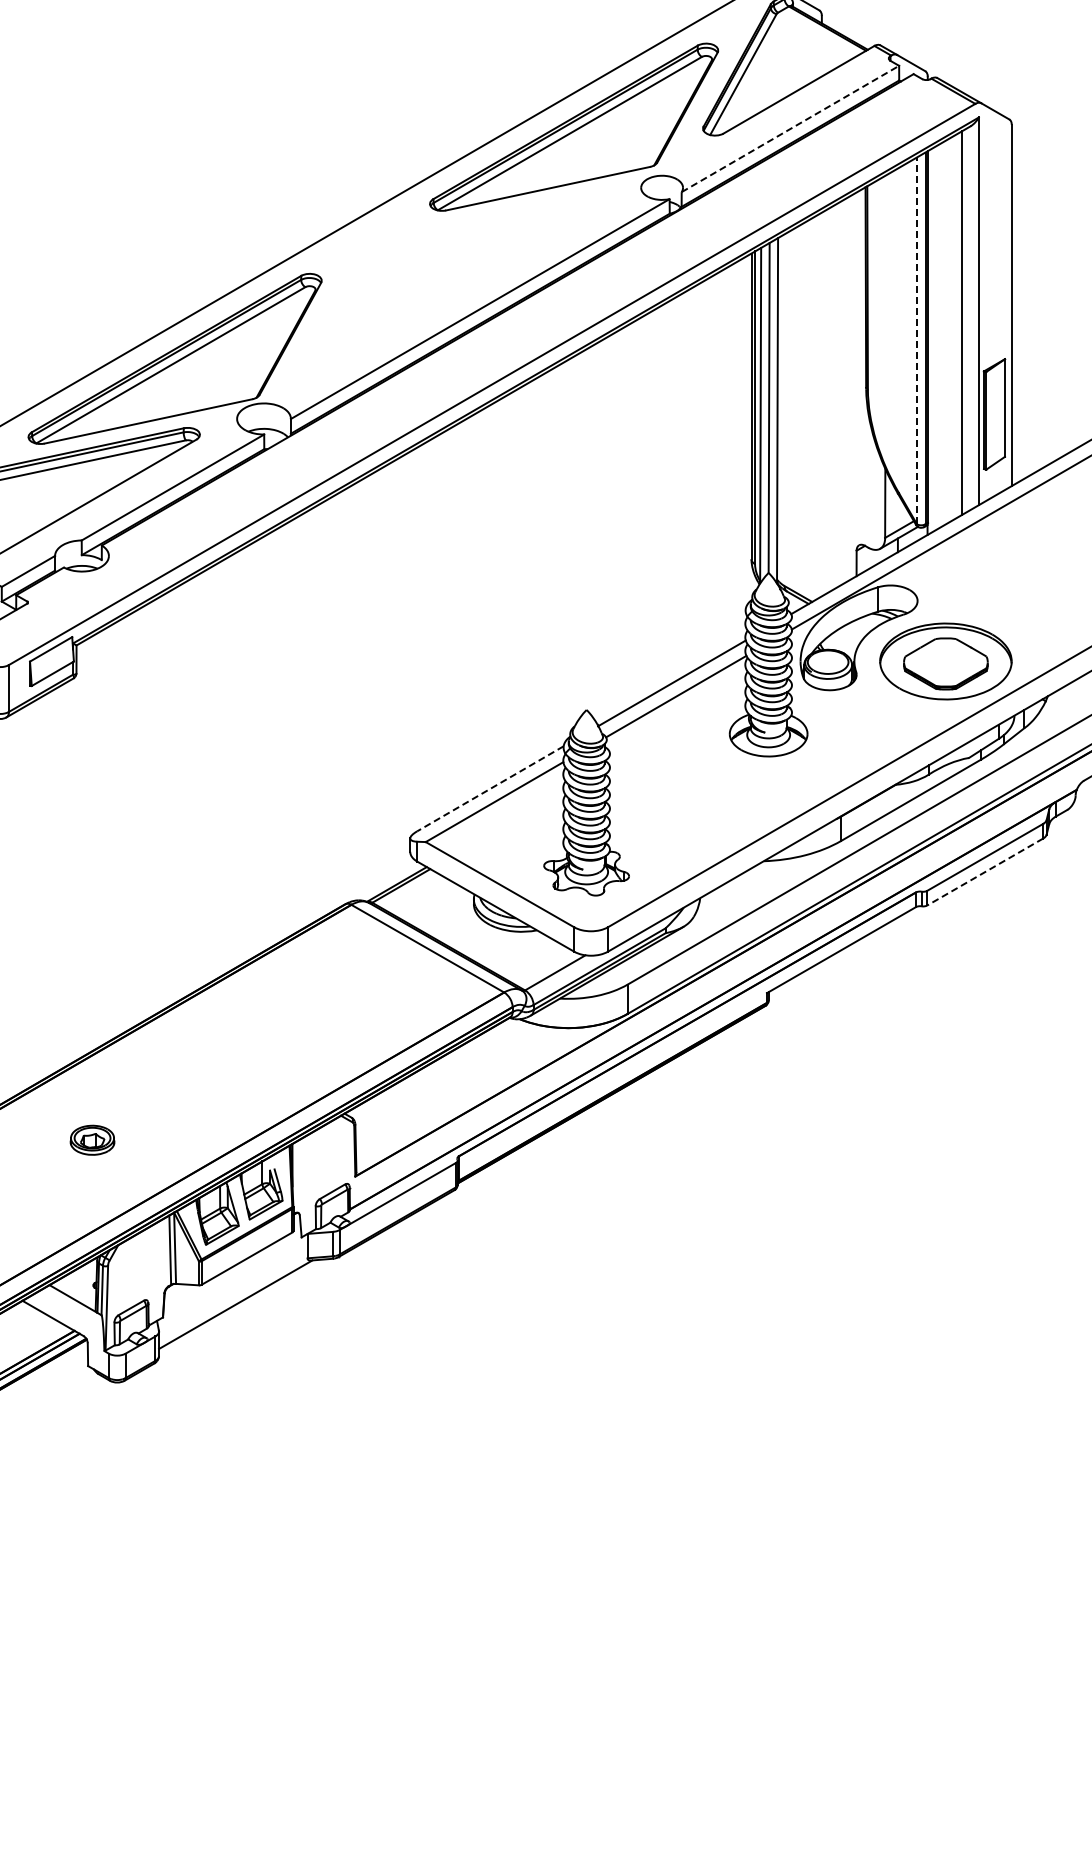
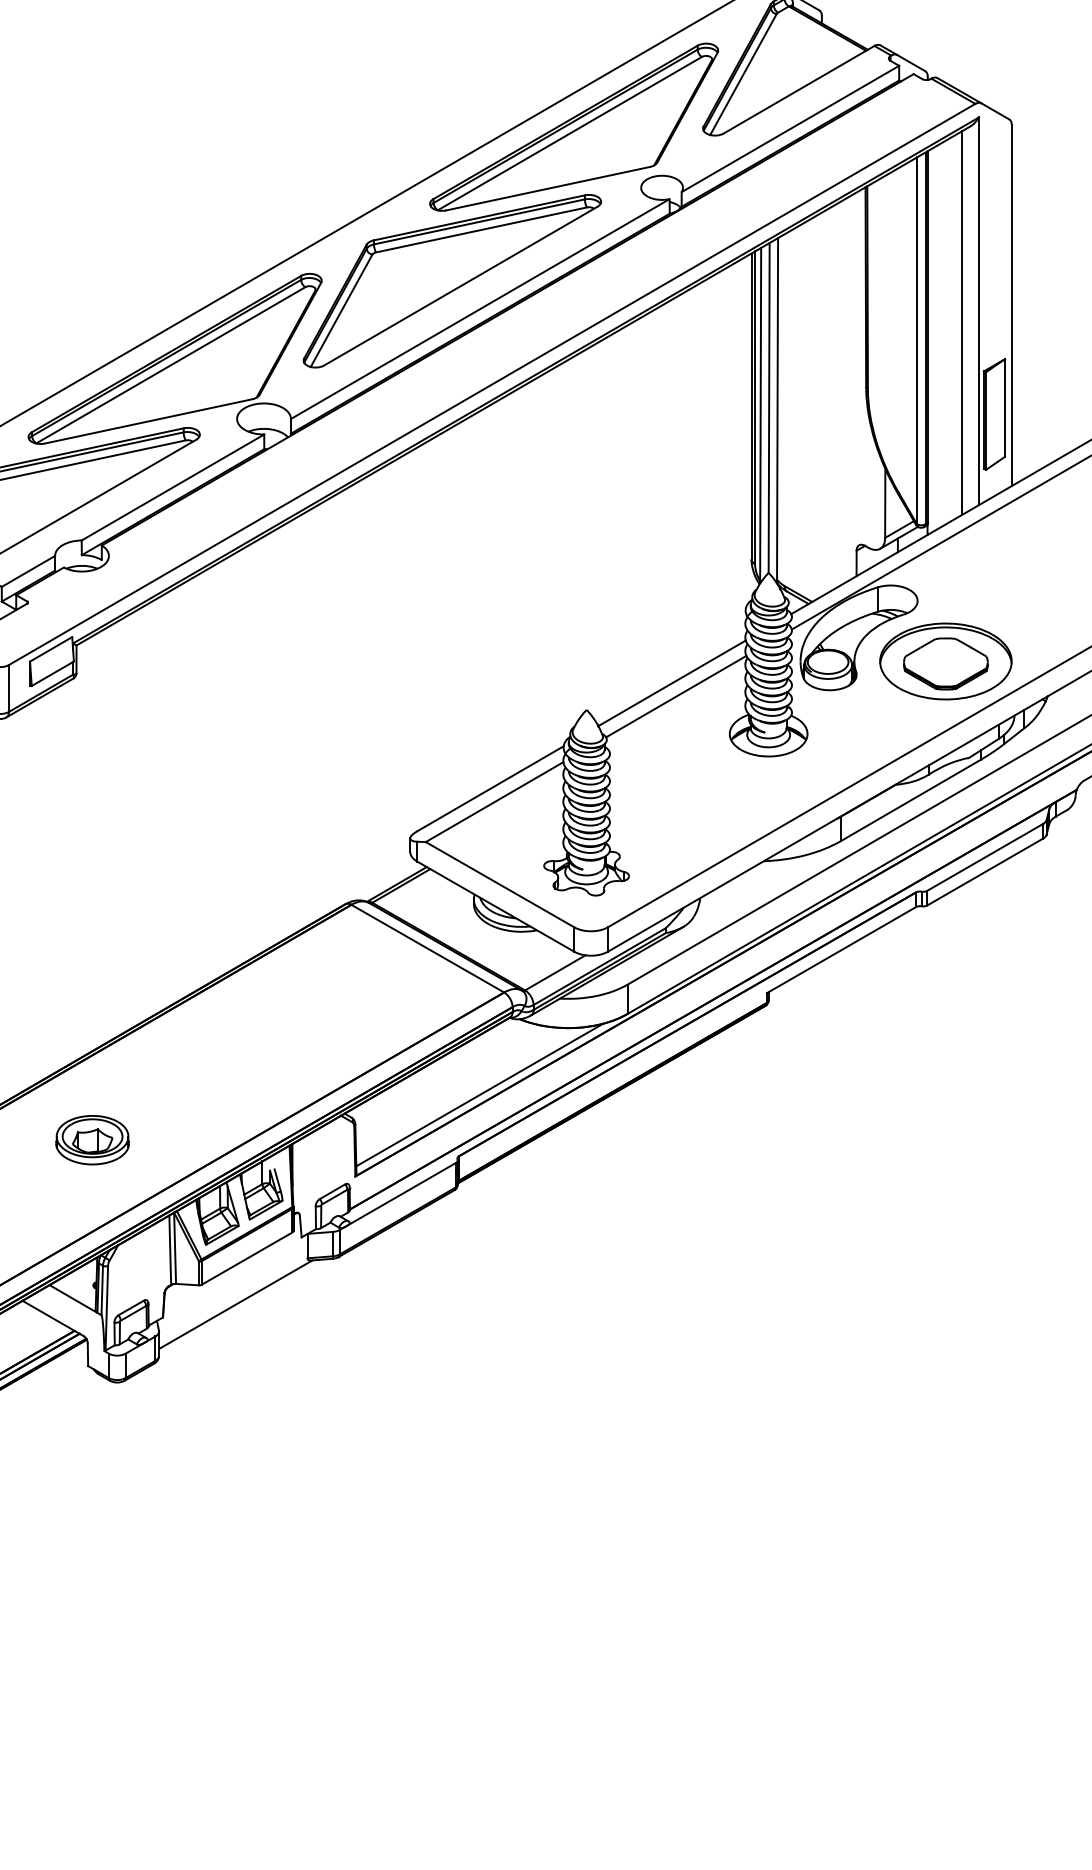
line at (790, 128): dashed -> solid
part at (452, 281): none -> present
line at (917, 340): dashed -> solid
line at (490, 788): dashed -> solid
line at (985, 871): dashed -> solid
line at (479, 1094): none -> present
part at (92, 1139) size: 47x32 px -> 75x51 px
